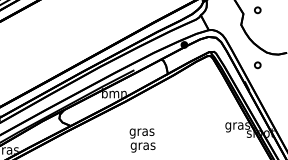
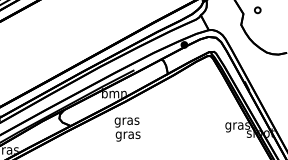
part at (257, 65): present -> none
text at (142, 140) position: (142, 140) -> (127, 129)
